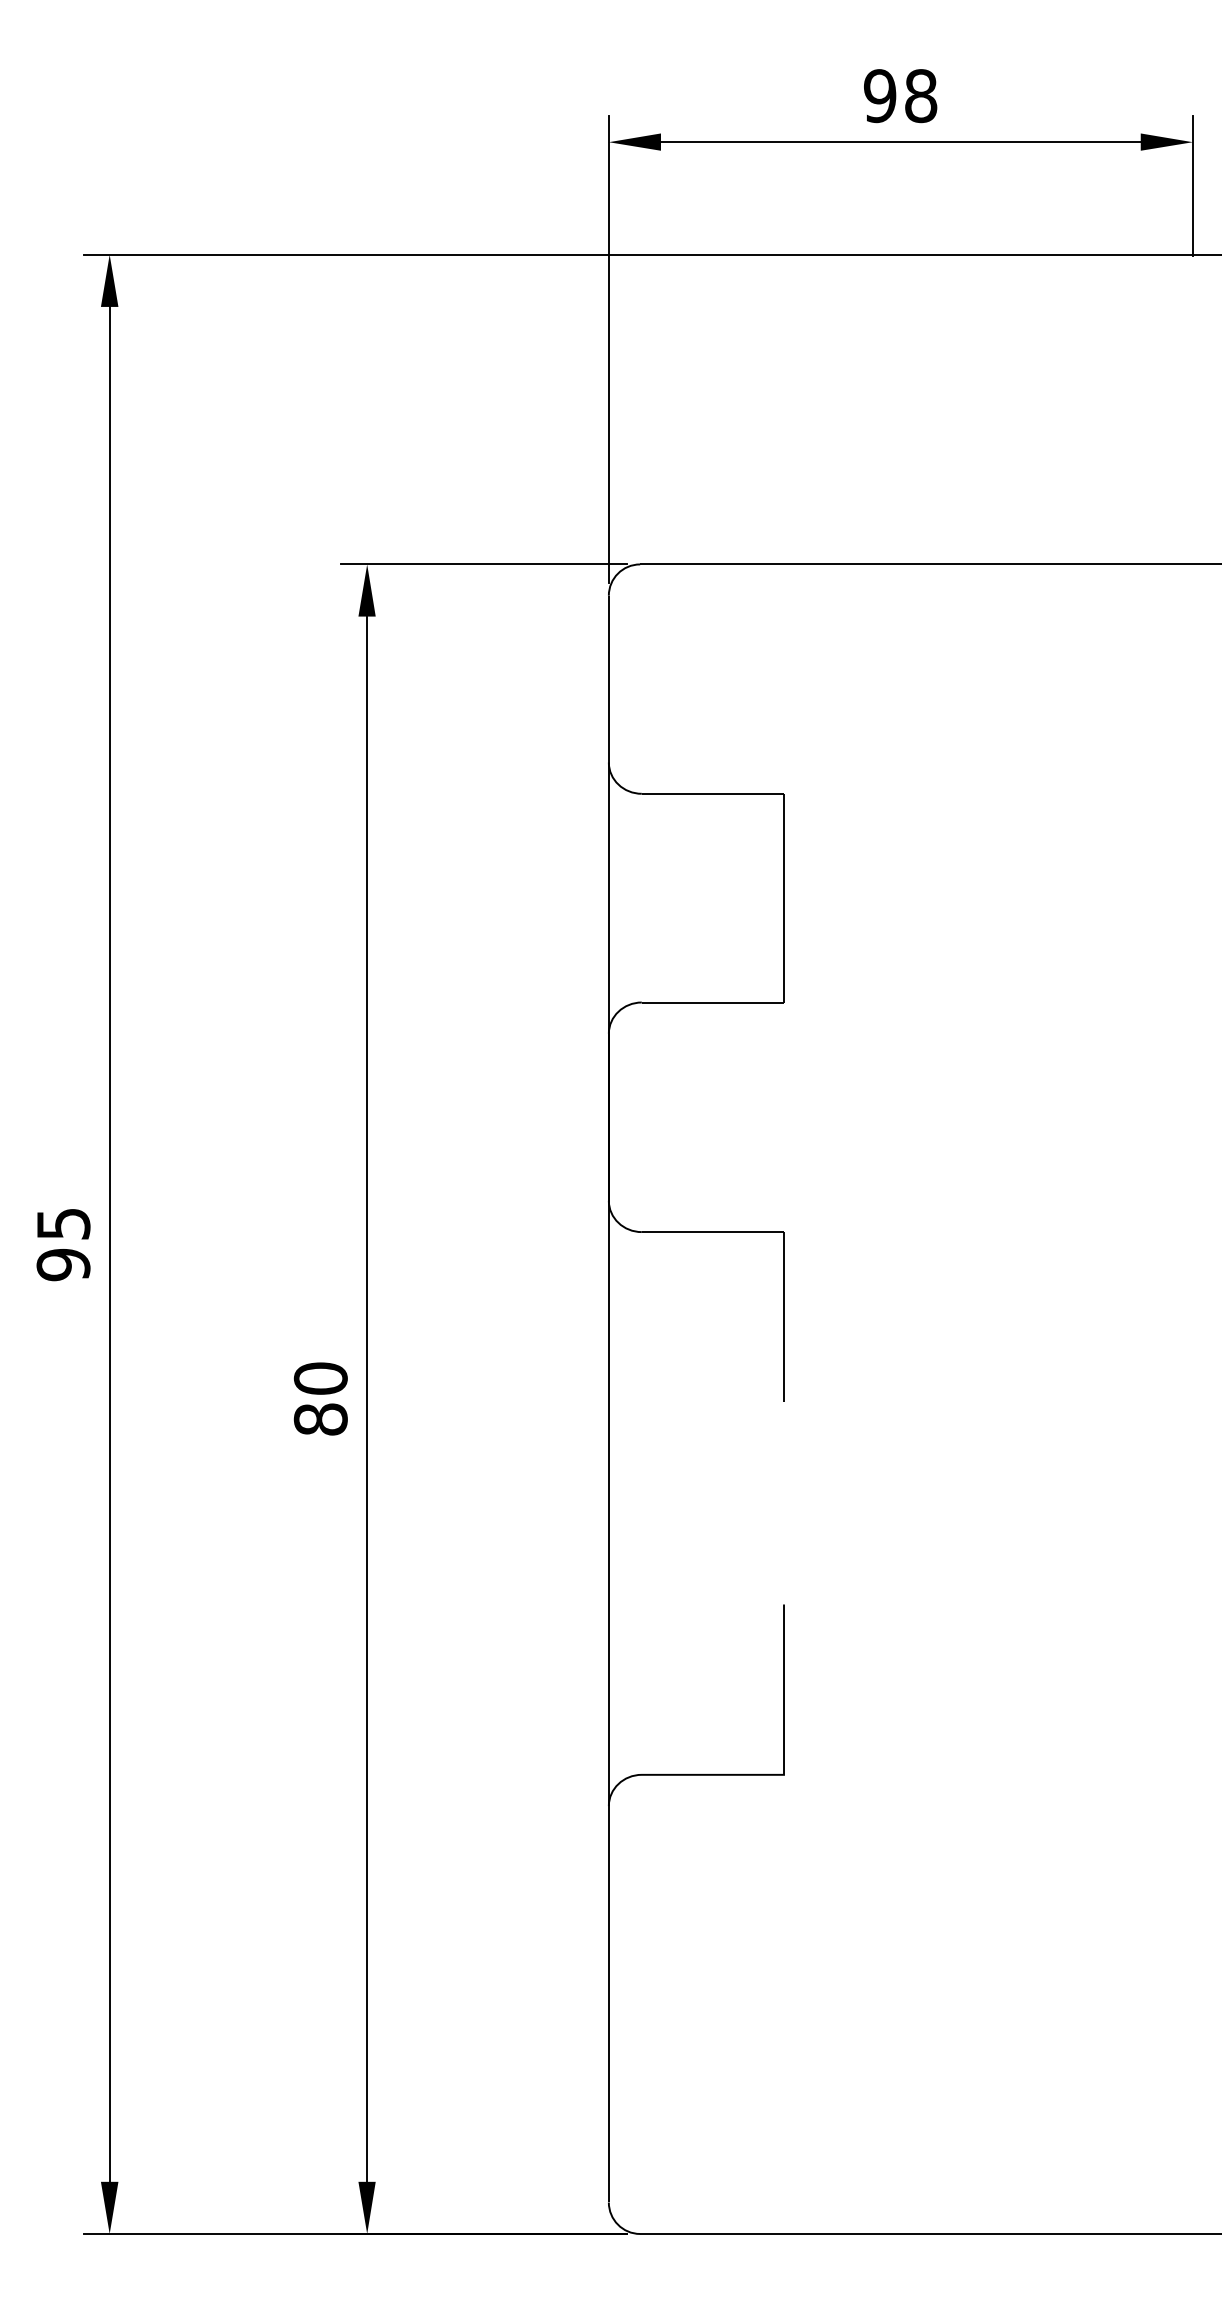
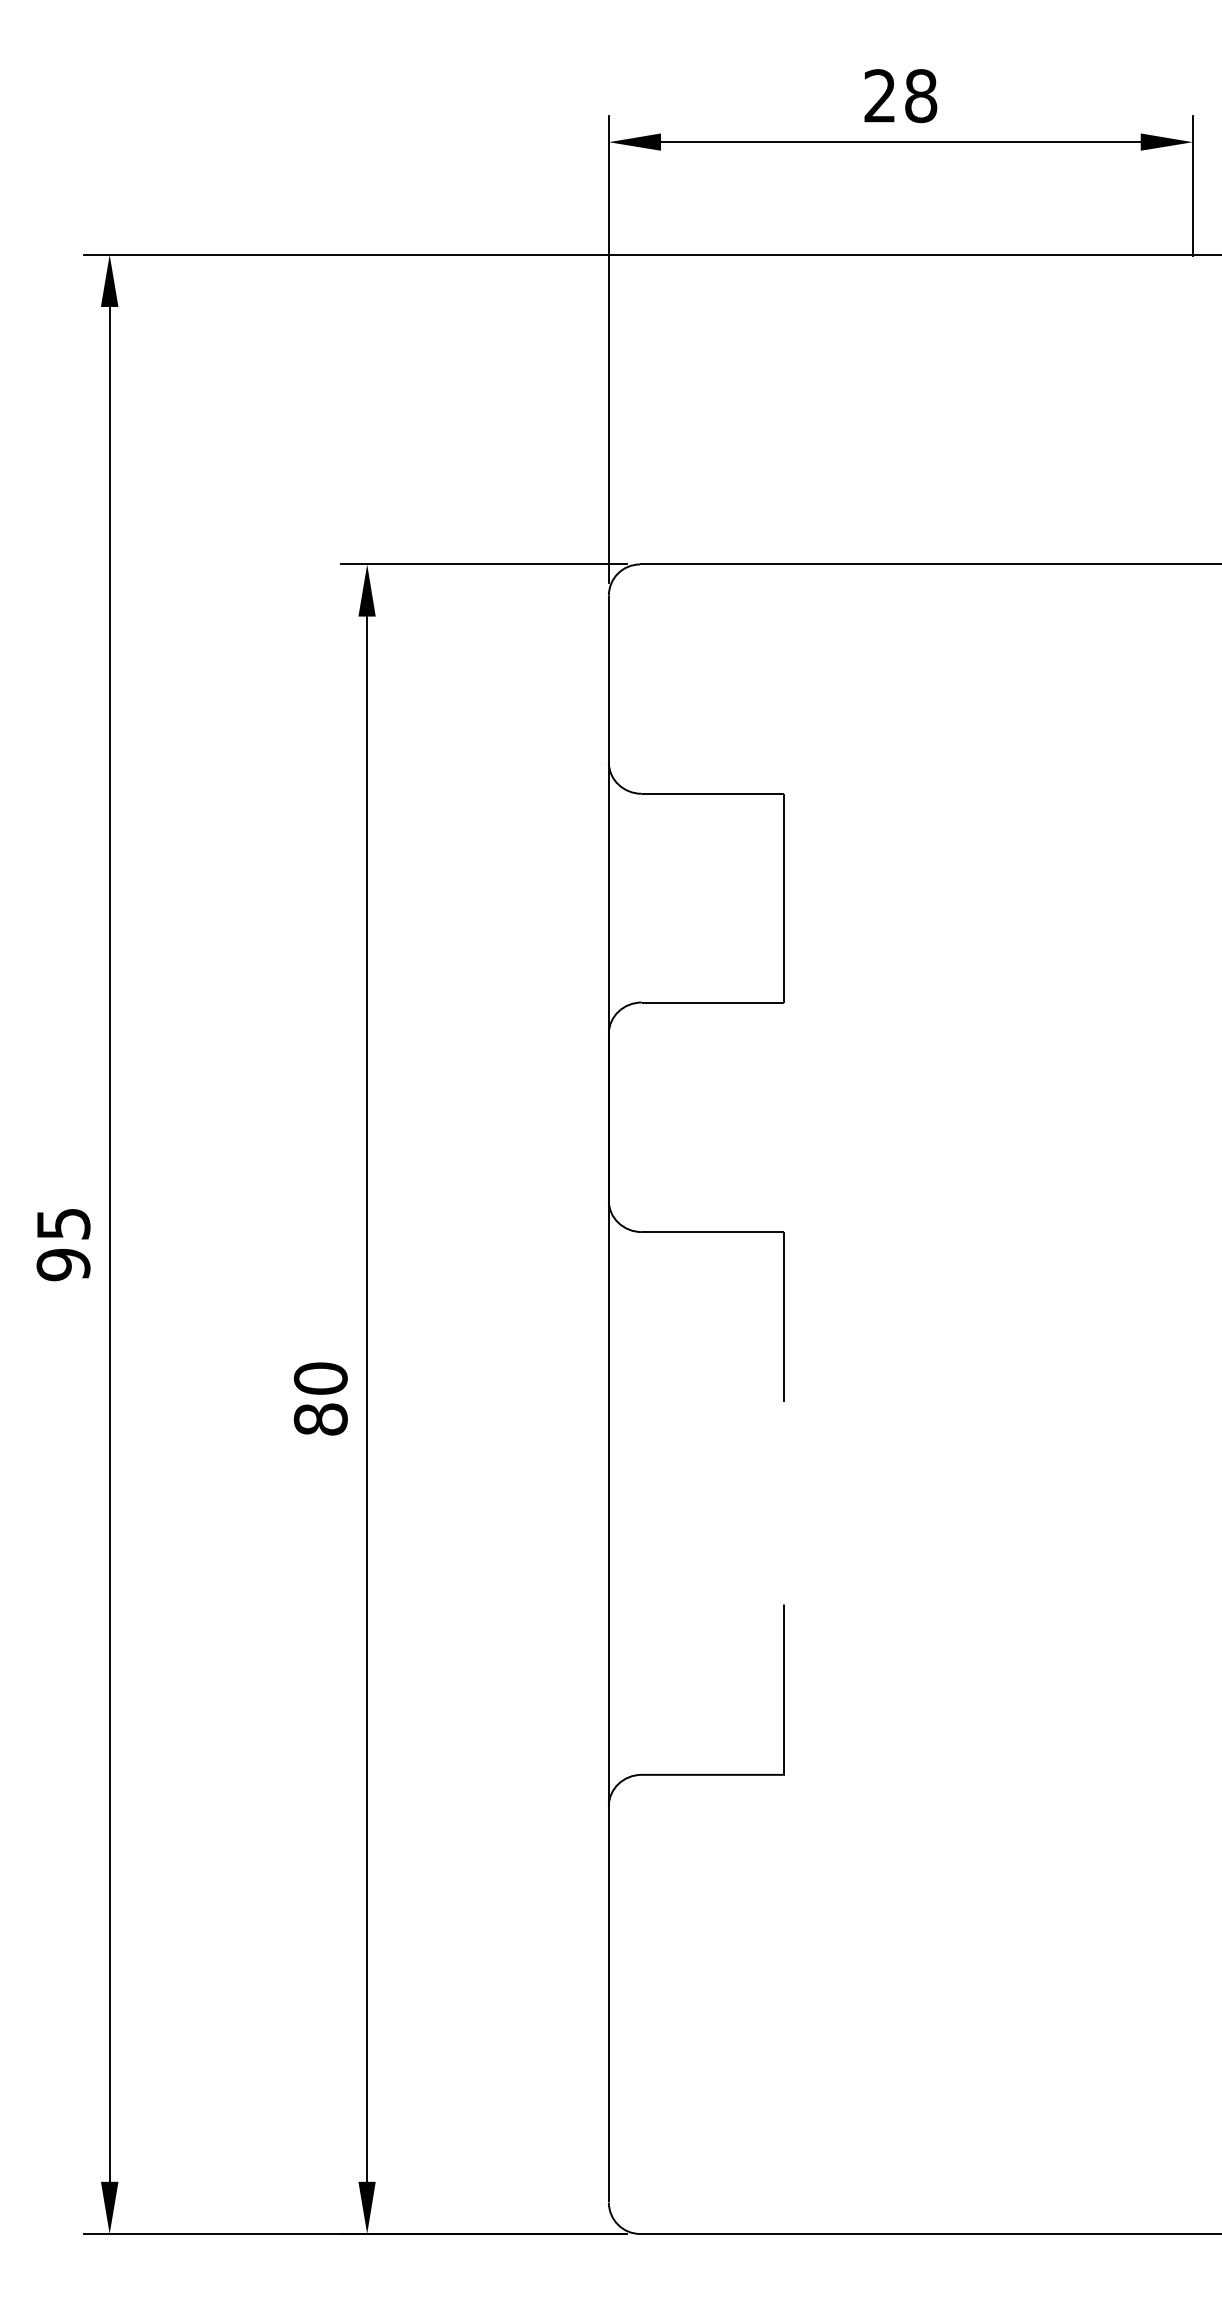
text at (880, 96): 98 -> 28
